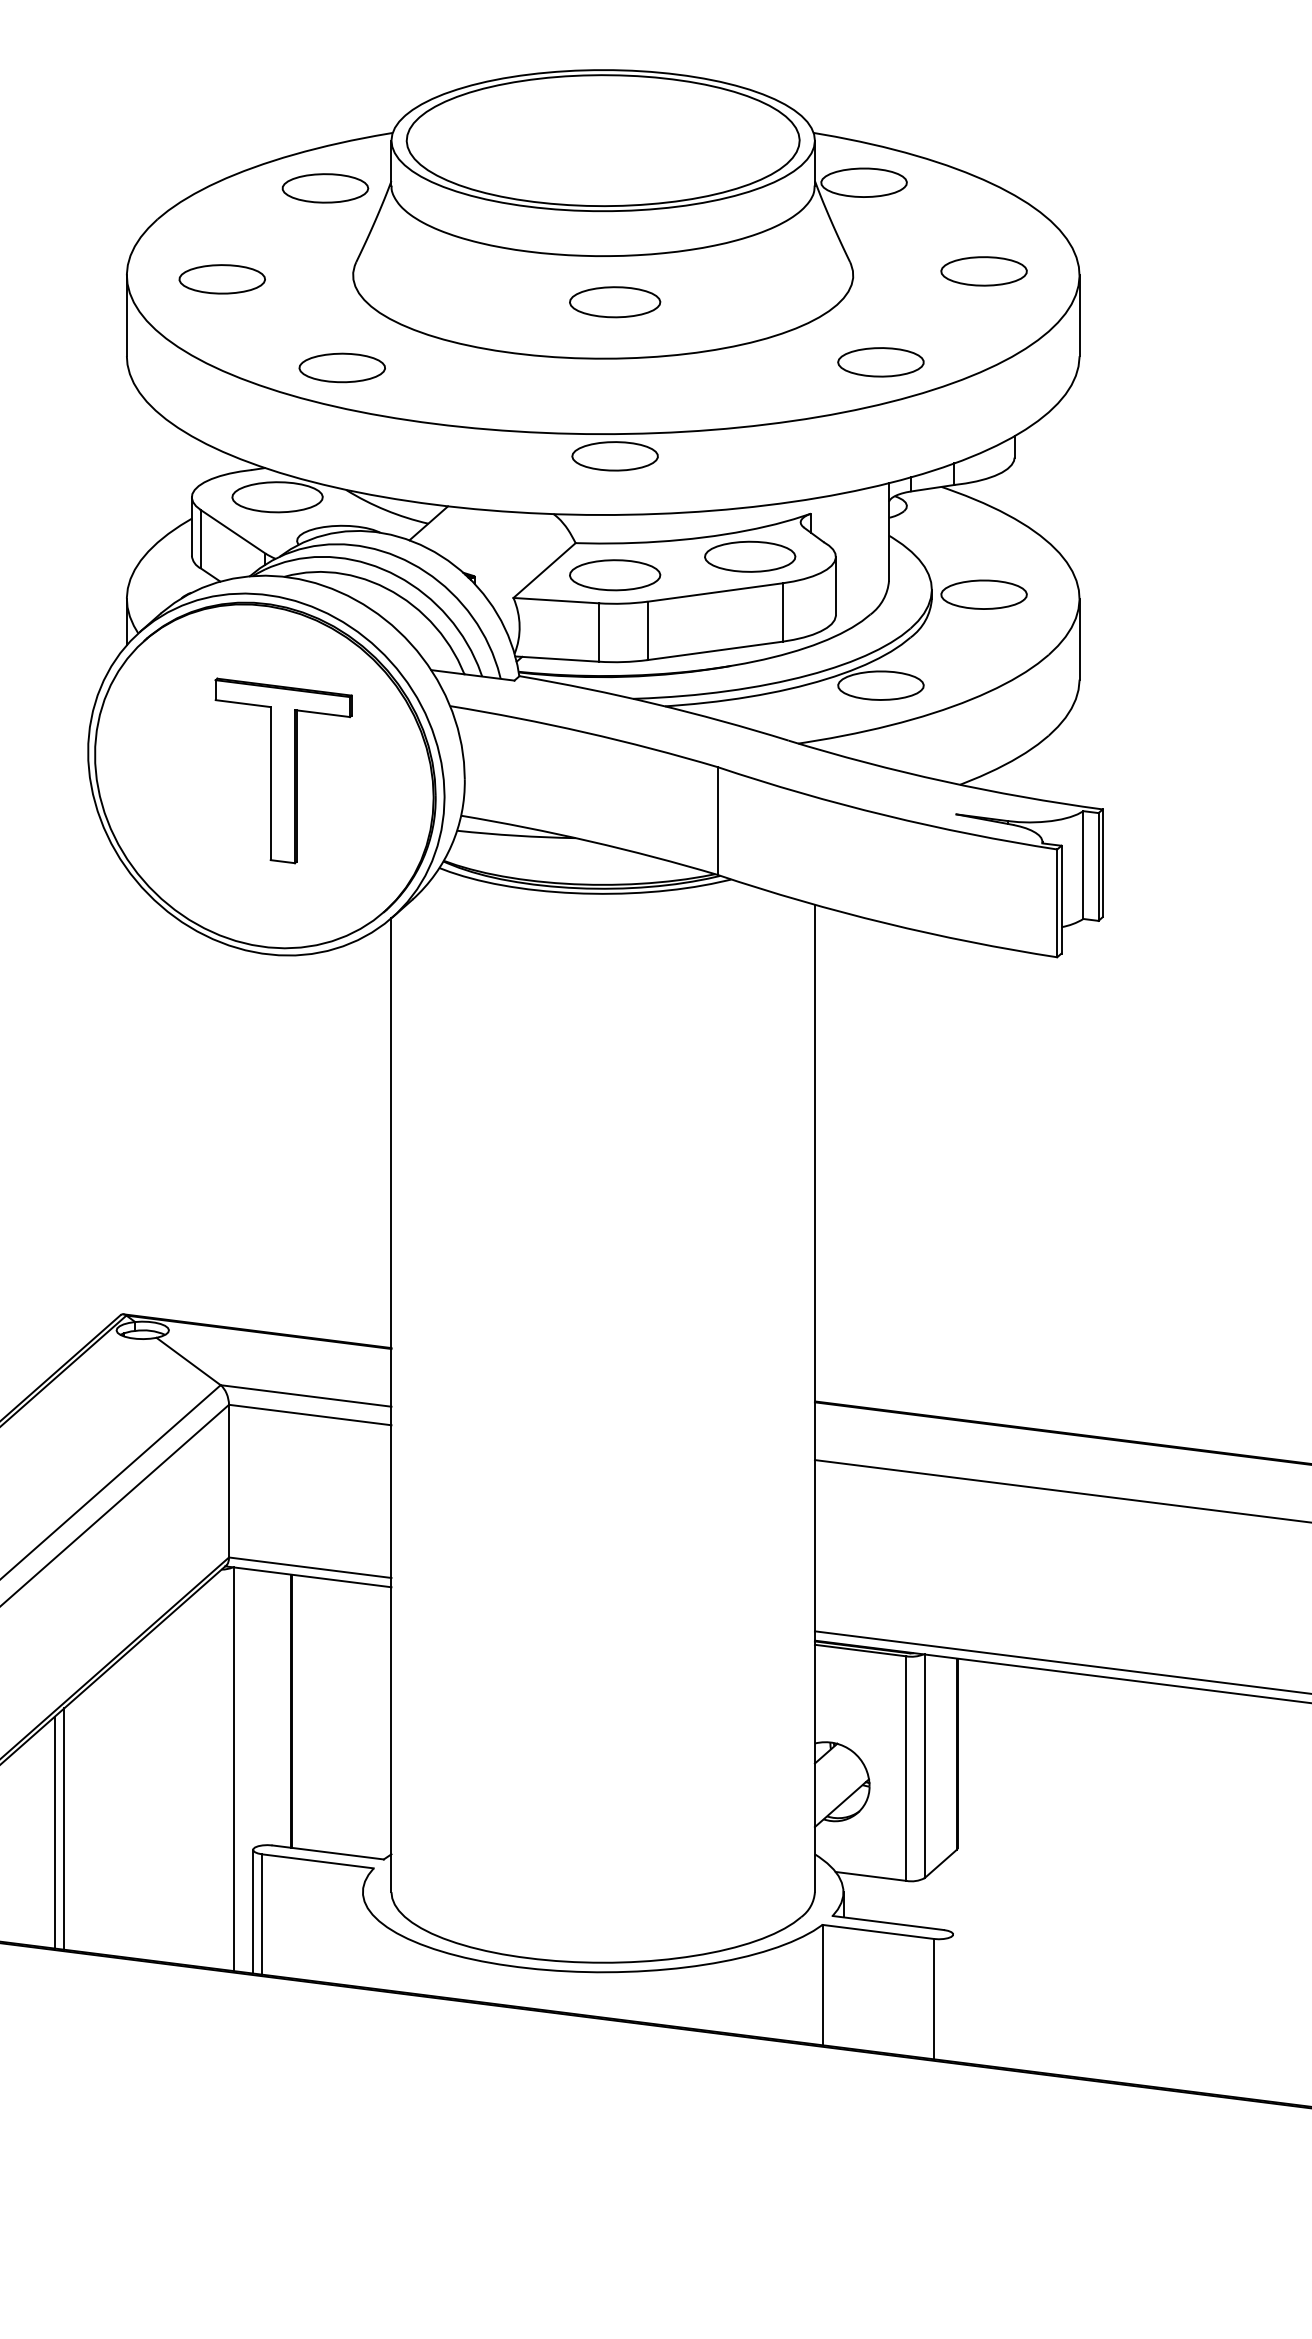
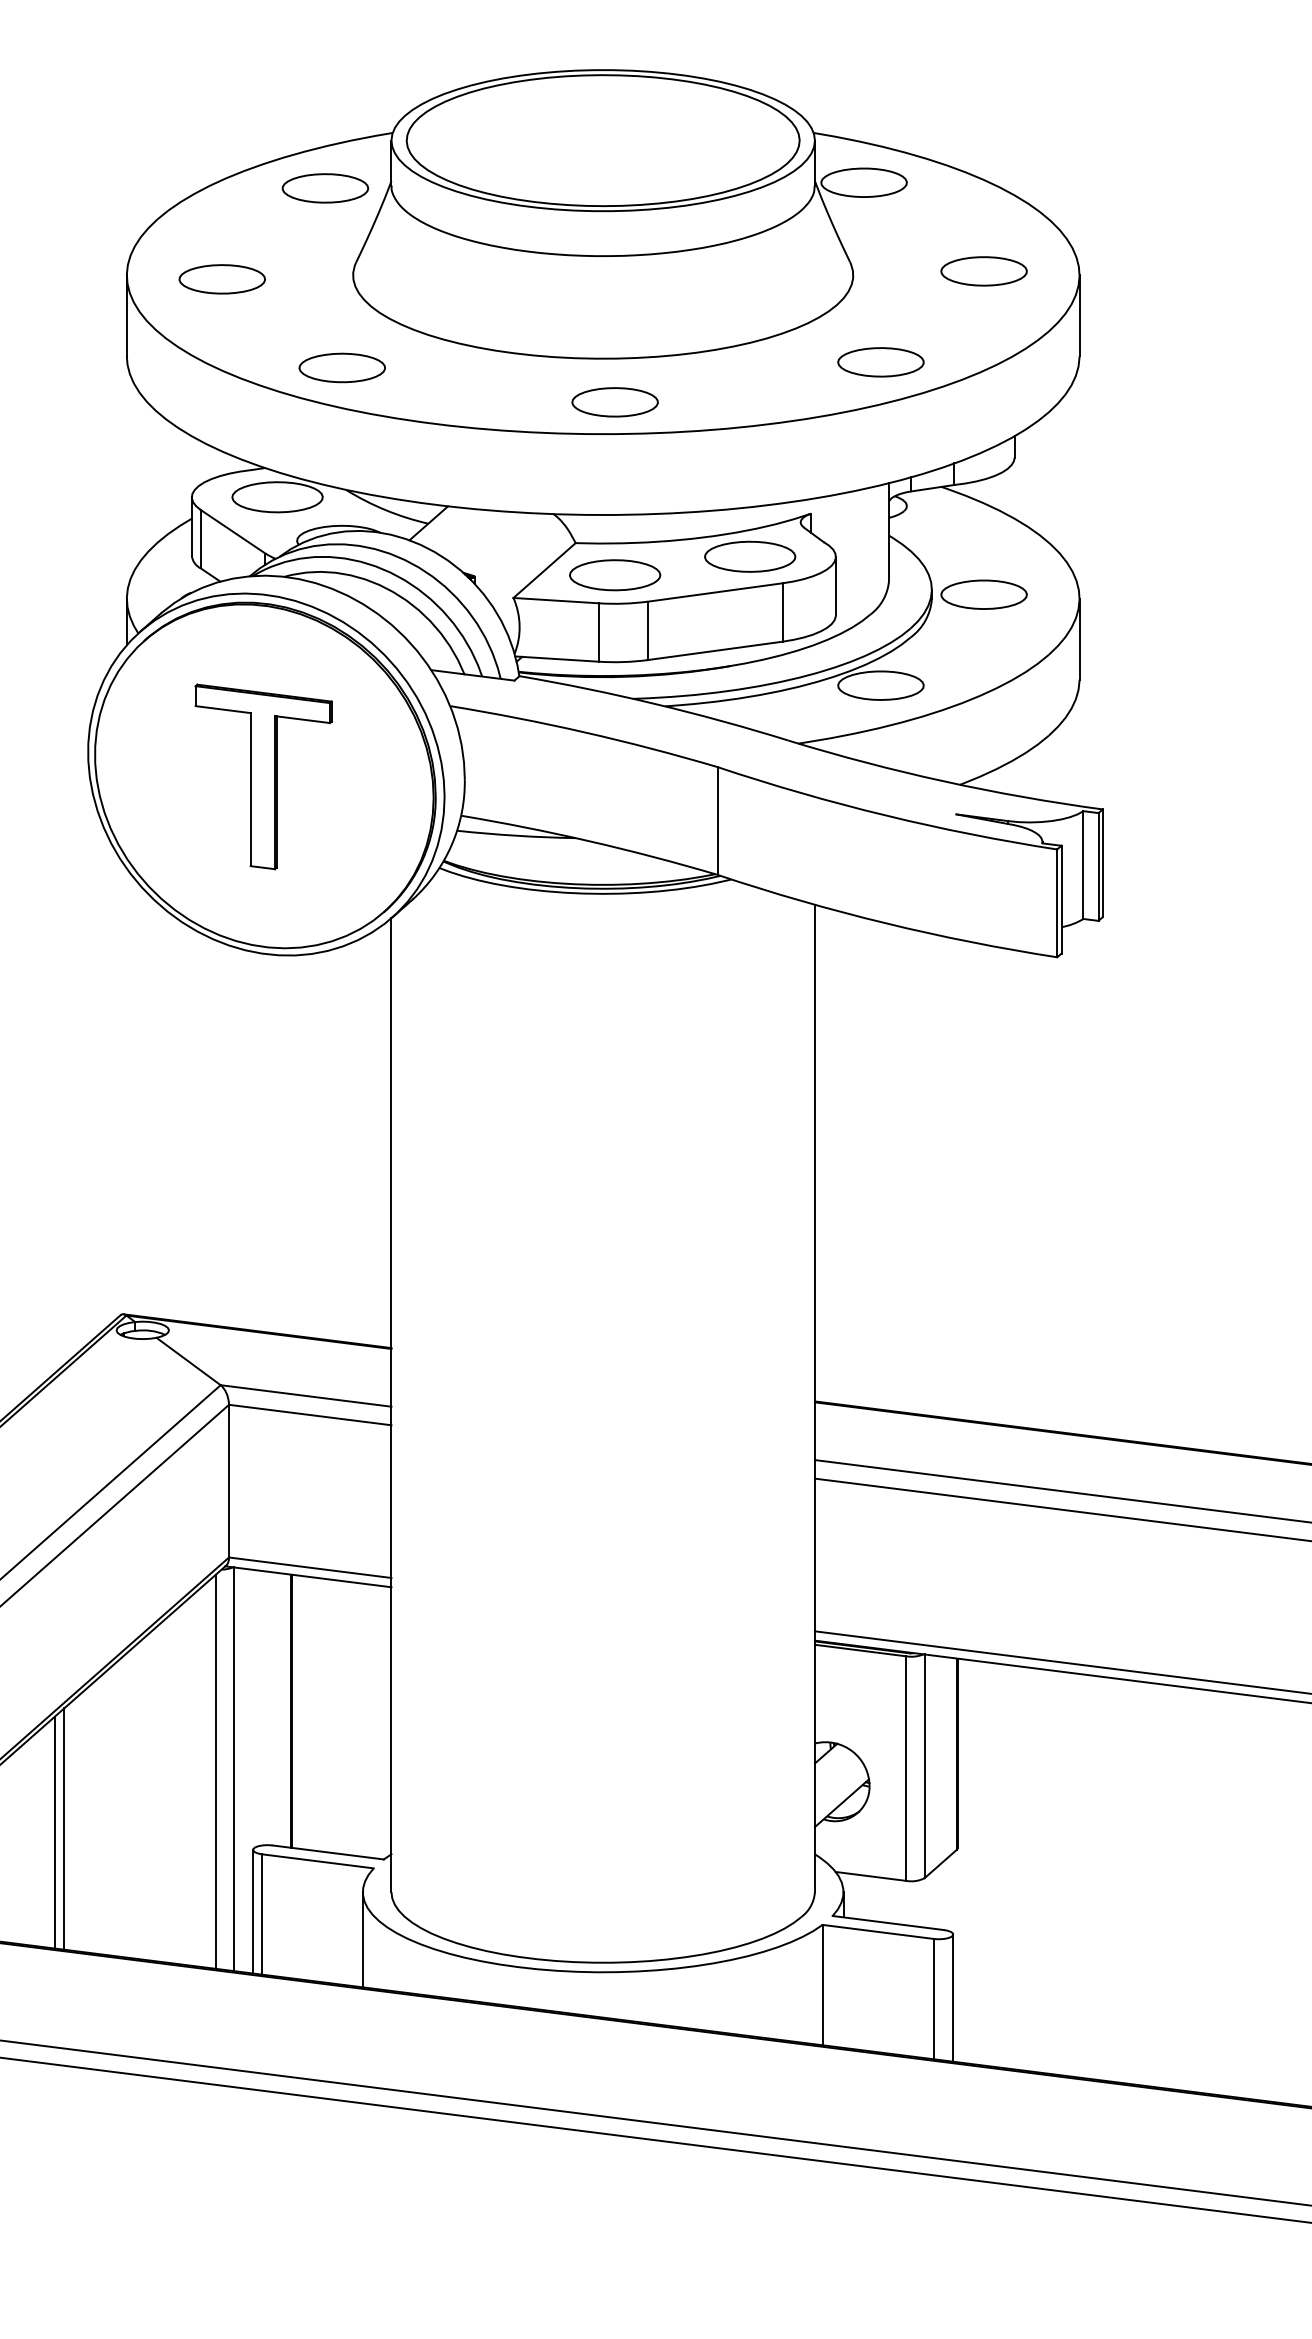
part at (615, 302): present -> none
part at (614, 456) position: (614, 456) -> (614, 402)
part at (283, 770) position: (283, 770) -> (263, 776)
line at (1061, 1509): none -> present
line at (215, 1771): none -> present
line at (362, 1939): none -> present
line at (953, 1997): none -> present
line at (655, 2122): none -> present
line at (655, 2140): none -> present
